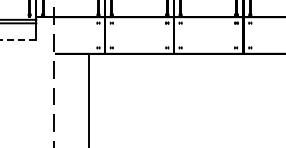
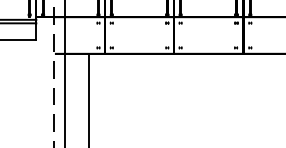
line at (18, 39): dashed -> solid
line at (65, 73): none -> present
